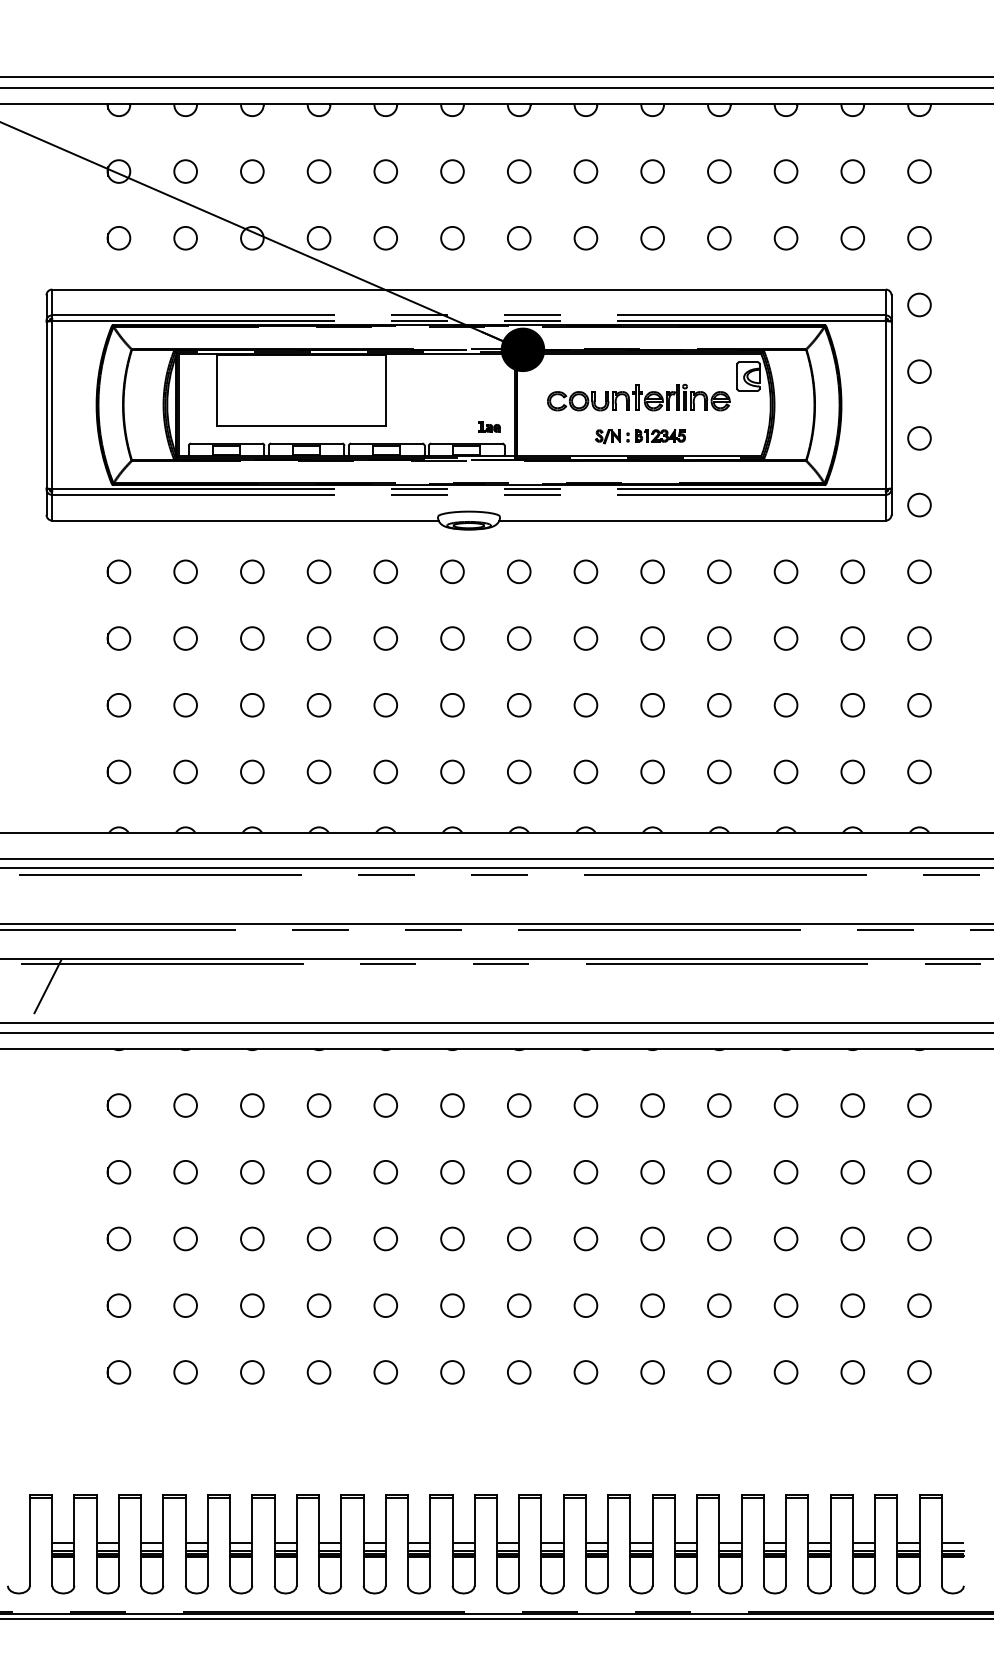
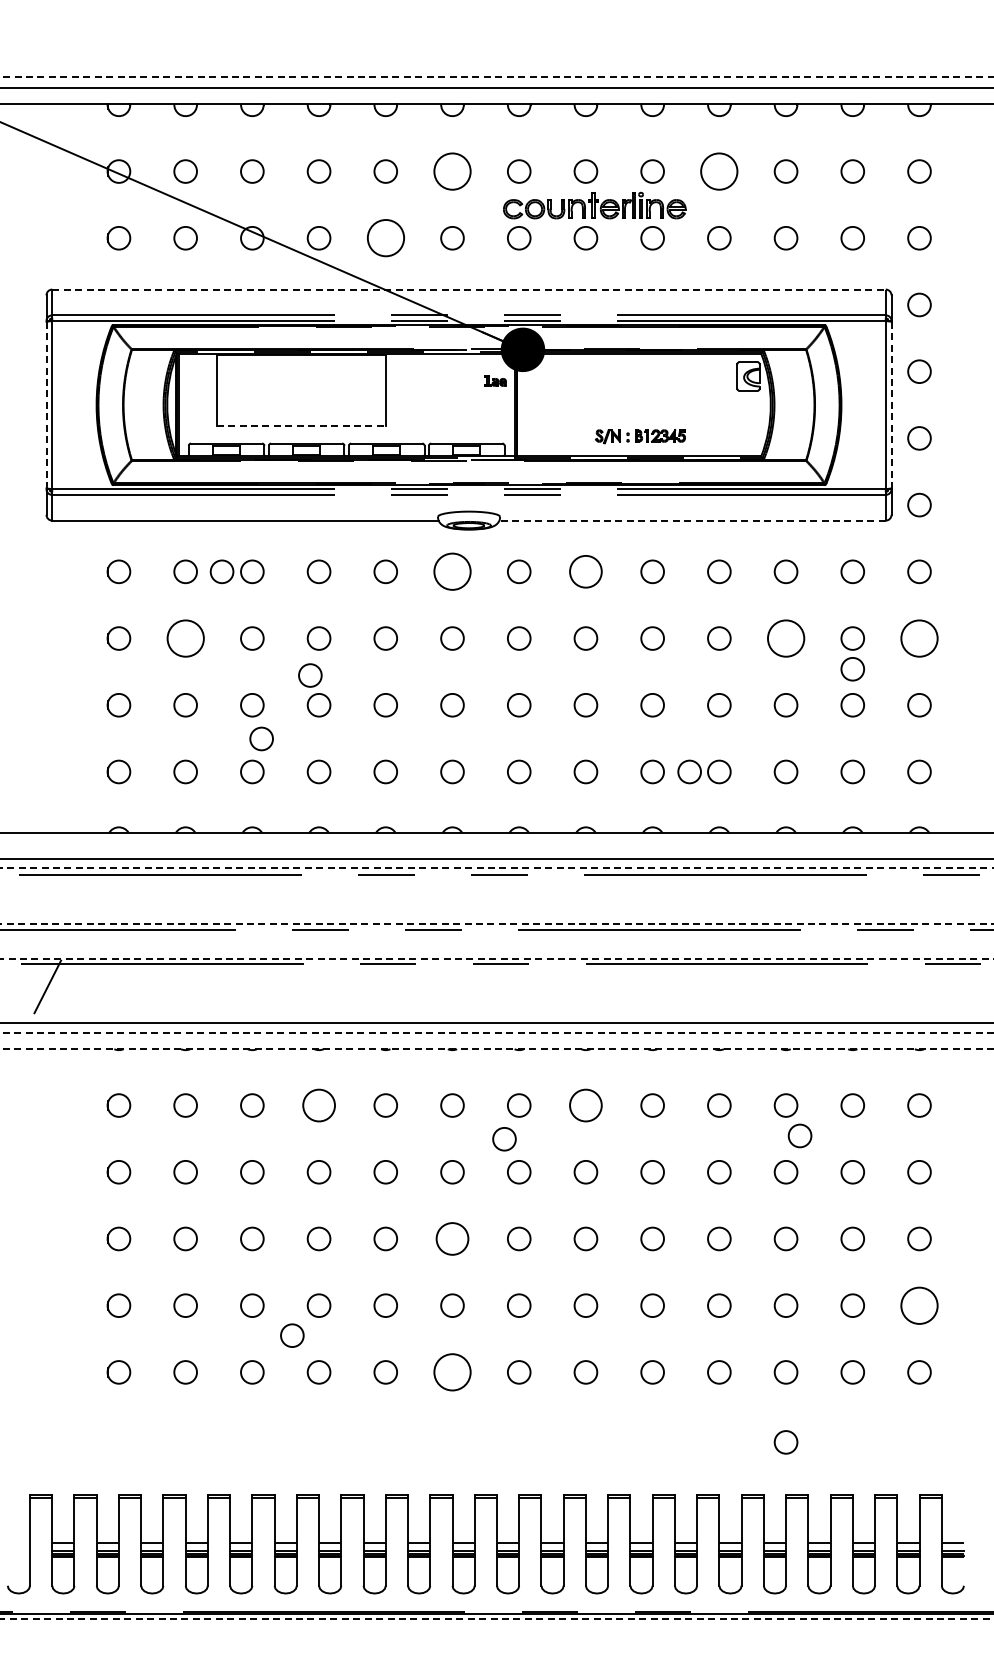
line at (496, 77): solid -> dashed
circle at (452, 171) size: 25x25 px -> 39x39 px
circle at (719, 171) size: 25x25 px -> 39x39 px
circle at (385, 238) size: 25x25 px -> 38x39 px
line at (469, 289): solid -> dashed
part at (638, 397) position: (638, 397) -> (594, 205)
line at (46, 405): solid -> dashed
line at (891, 405): solid -> dashed
line at (301, 426): solid -> dashed
part at (489, 426) position: (489, 426) -> (495, 380)
line at (691, 520): solid -> dashed
circle at (221, 571): none -> present
circle at (452, 571) size: 25x26 px -> 39x39 px
circle at (585, 571) size: 26x26 px -> 34x34 px
circle at (185, 638) size: 25x25 px -> 39x39 px
circle at (785, 638) size: 26x25 px -> 39x39 px
circle at (919, 638) size: 25x25 px -> 39x39 px
circle at (852, 669): none -> present
circle at (310, 675): none -> present
circle at (261, 738): none -> present
circle at (689, 771): none -> present
line at (496, 868): solid -> dashed
line at (497, 924): solid -> dashed
line at (496, 959): solid -> dashed
line at (496, 1033): solid -> dashed
line at (496, 1049): solid -> dashed
circle at (318, 1105) size: 26x25 px -> 34x35 px
circle at (585, 1105) size: 26x25 px -> 34x35 px
circle at (799, 1135): none -> present
circle at (504, 1139): none -> present
circle at (452, 1238) size: 25x26 px -> 35x34 px
circle at (919, 1305) size: 25x25 px -> 39x39 px
circle at (292, 1335): none -> present
circle at (452, 1372) size: 25x25 px -> 39x39 px
circle at (785, 1442): none -> present
line at (497, 1618): solid -> dashed
